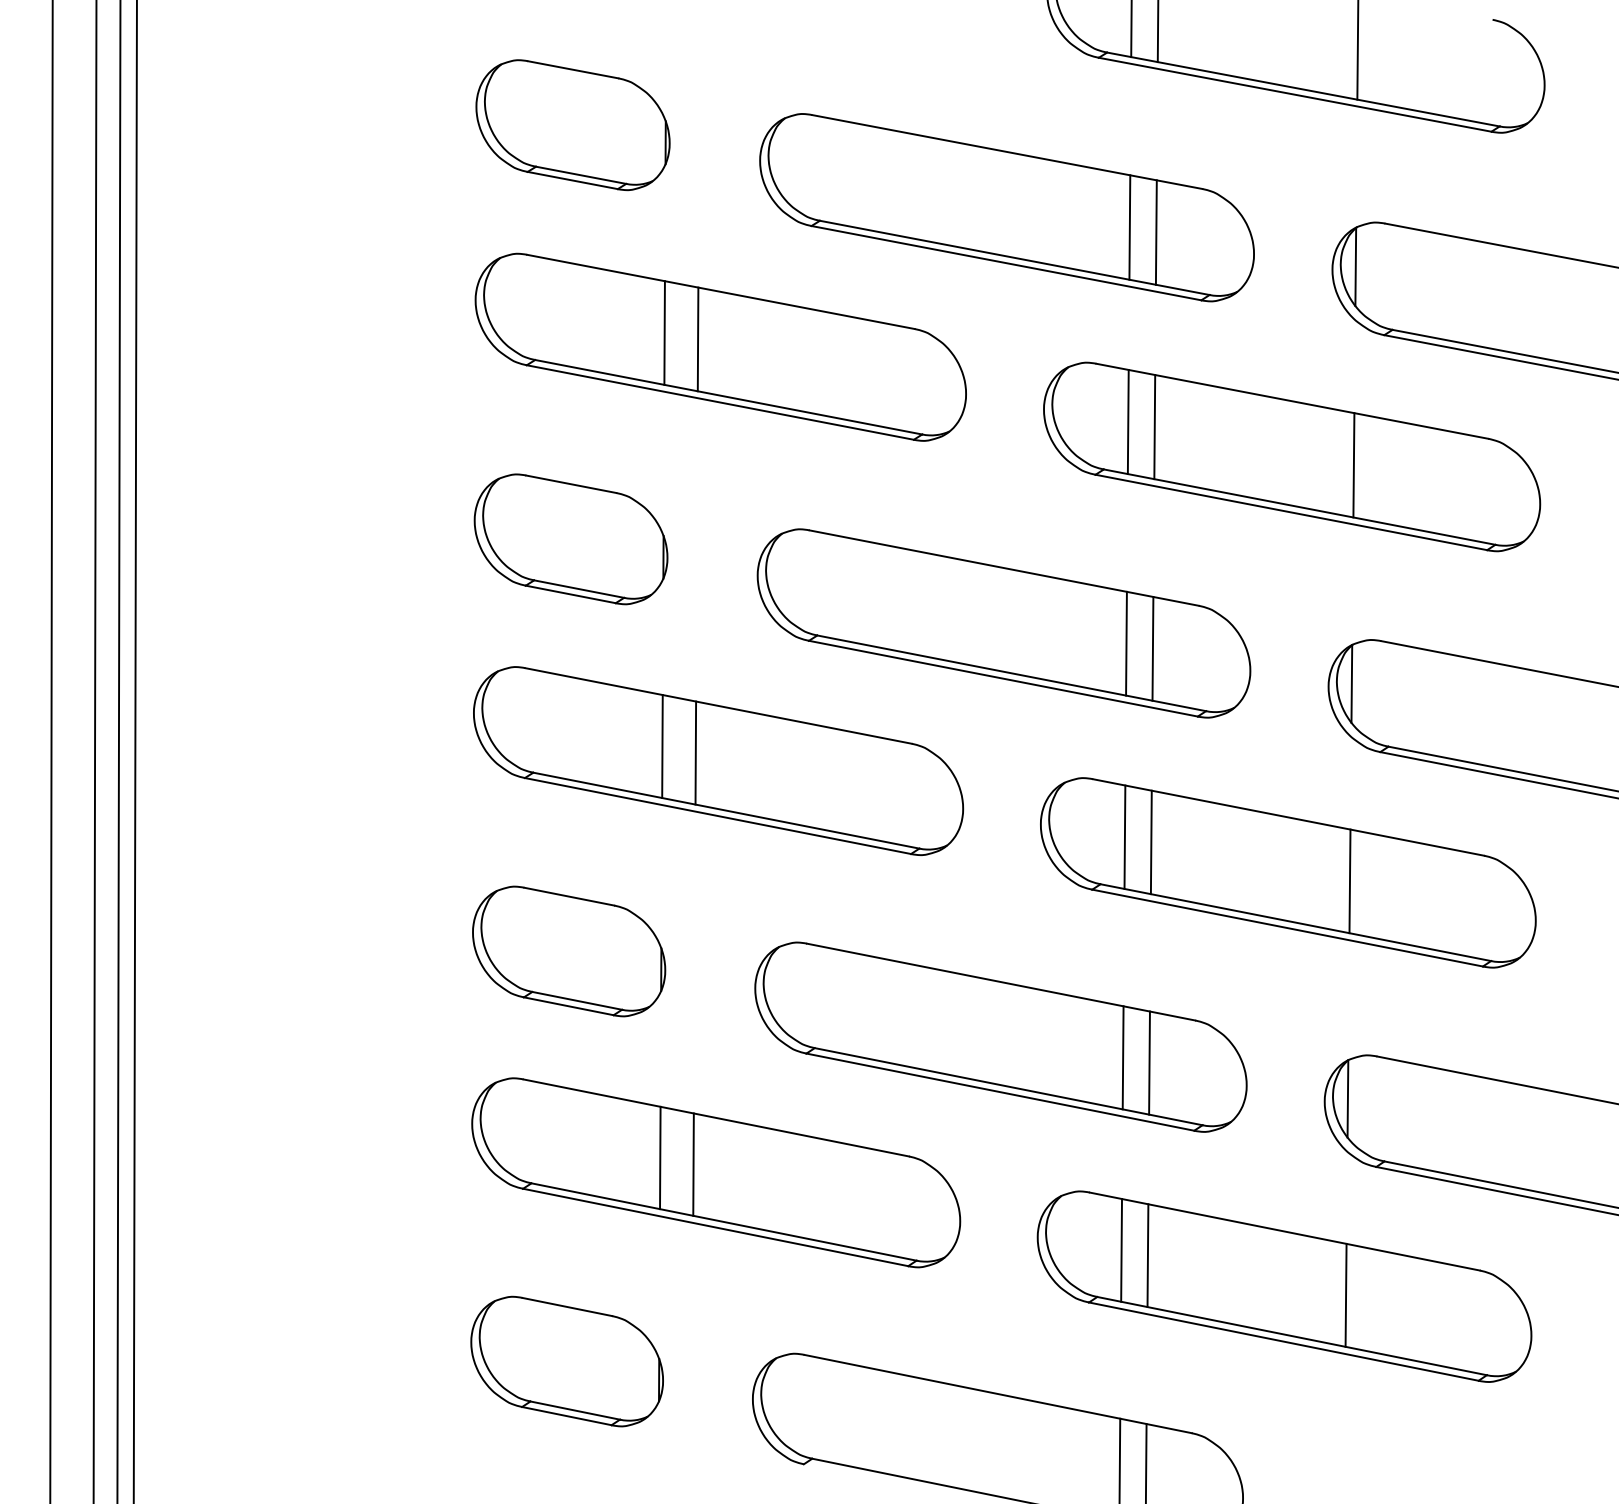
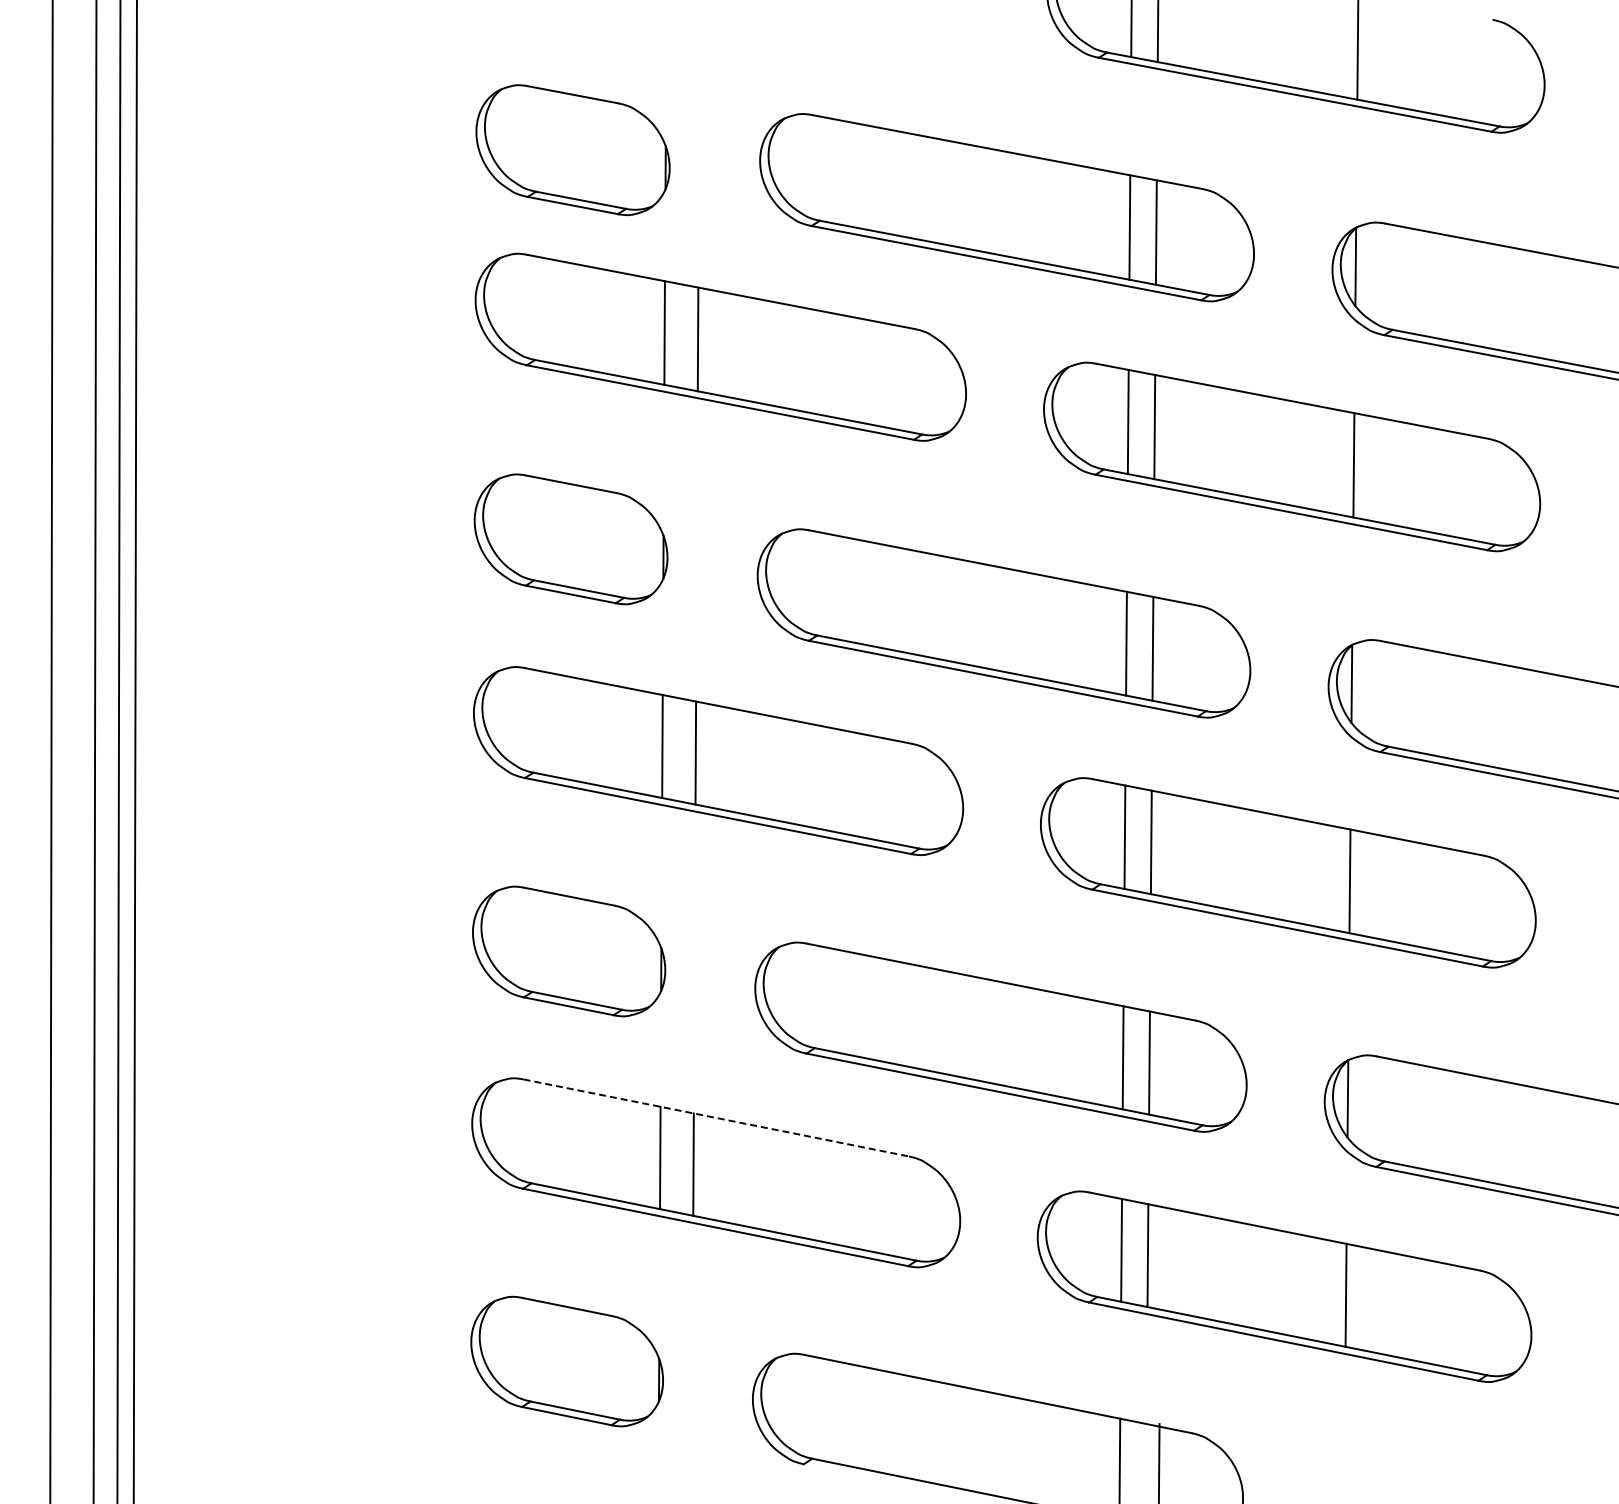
part at (572, 125) position: (572, 125) -> (572, 150)
line at (716, 1117): solid -> dashed
line at (1145, 1462) position: (1145, 1462) -> (1158, 1462)
